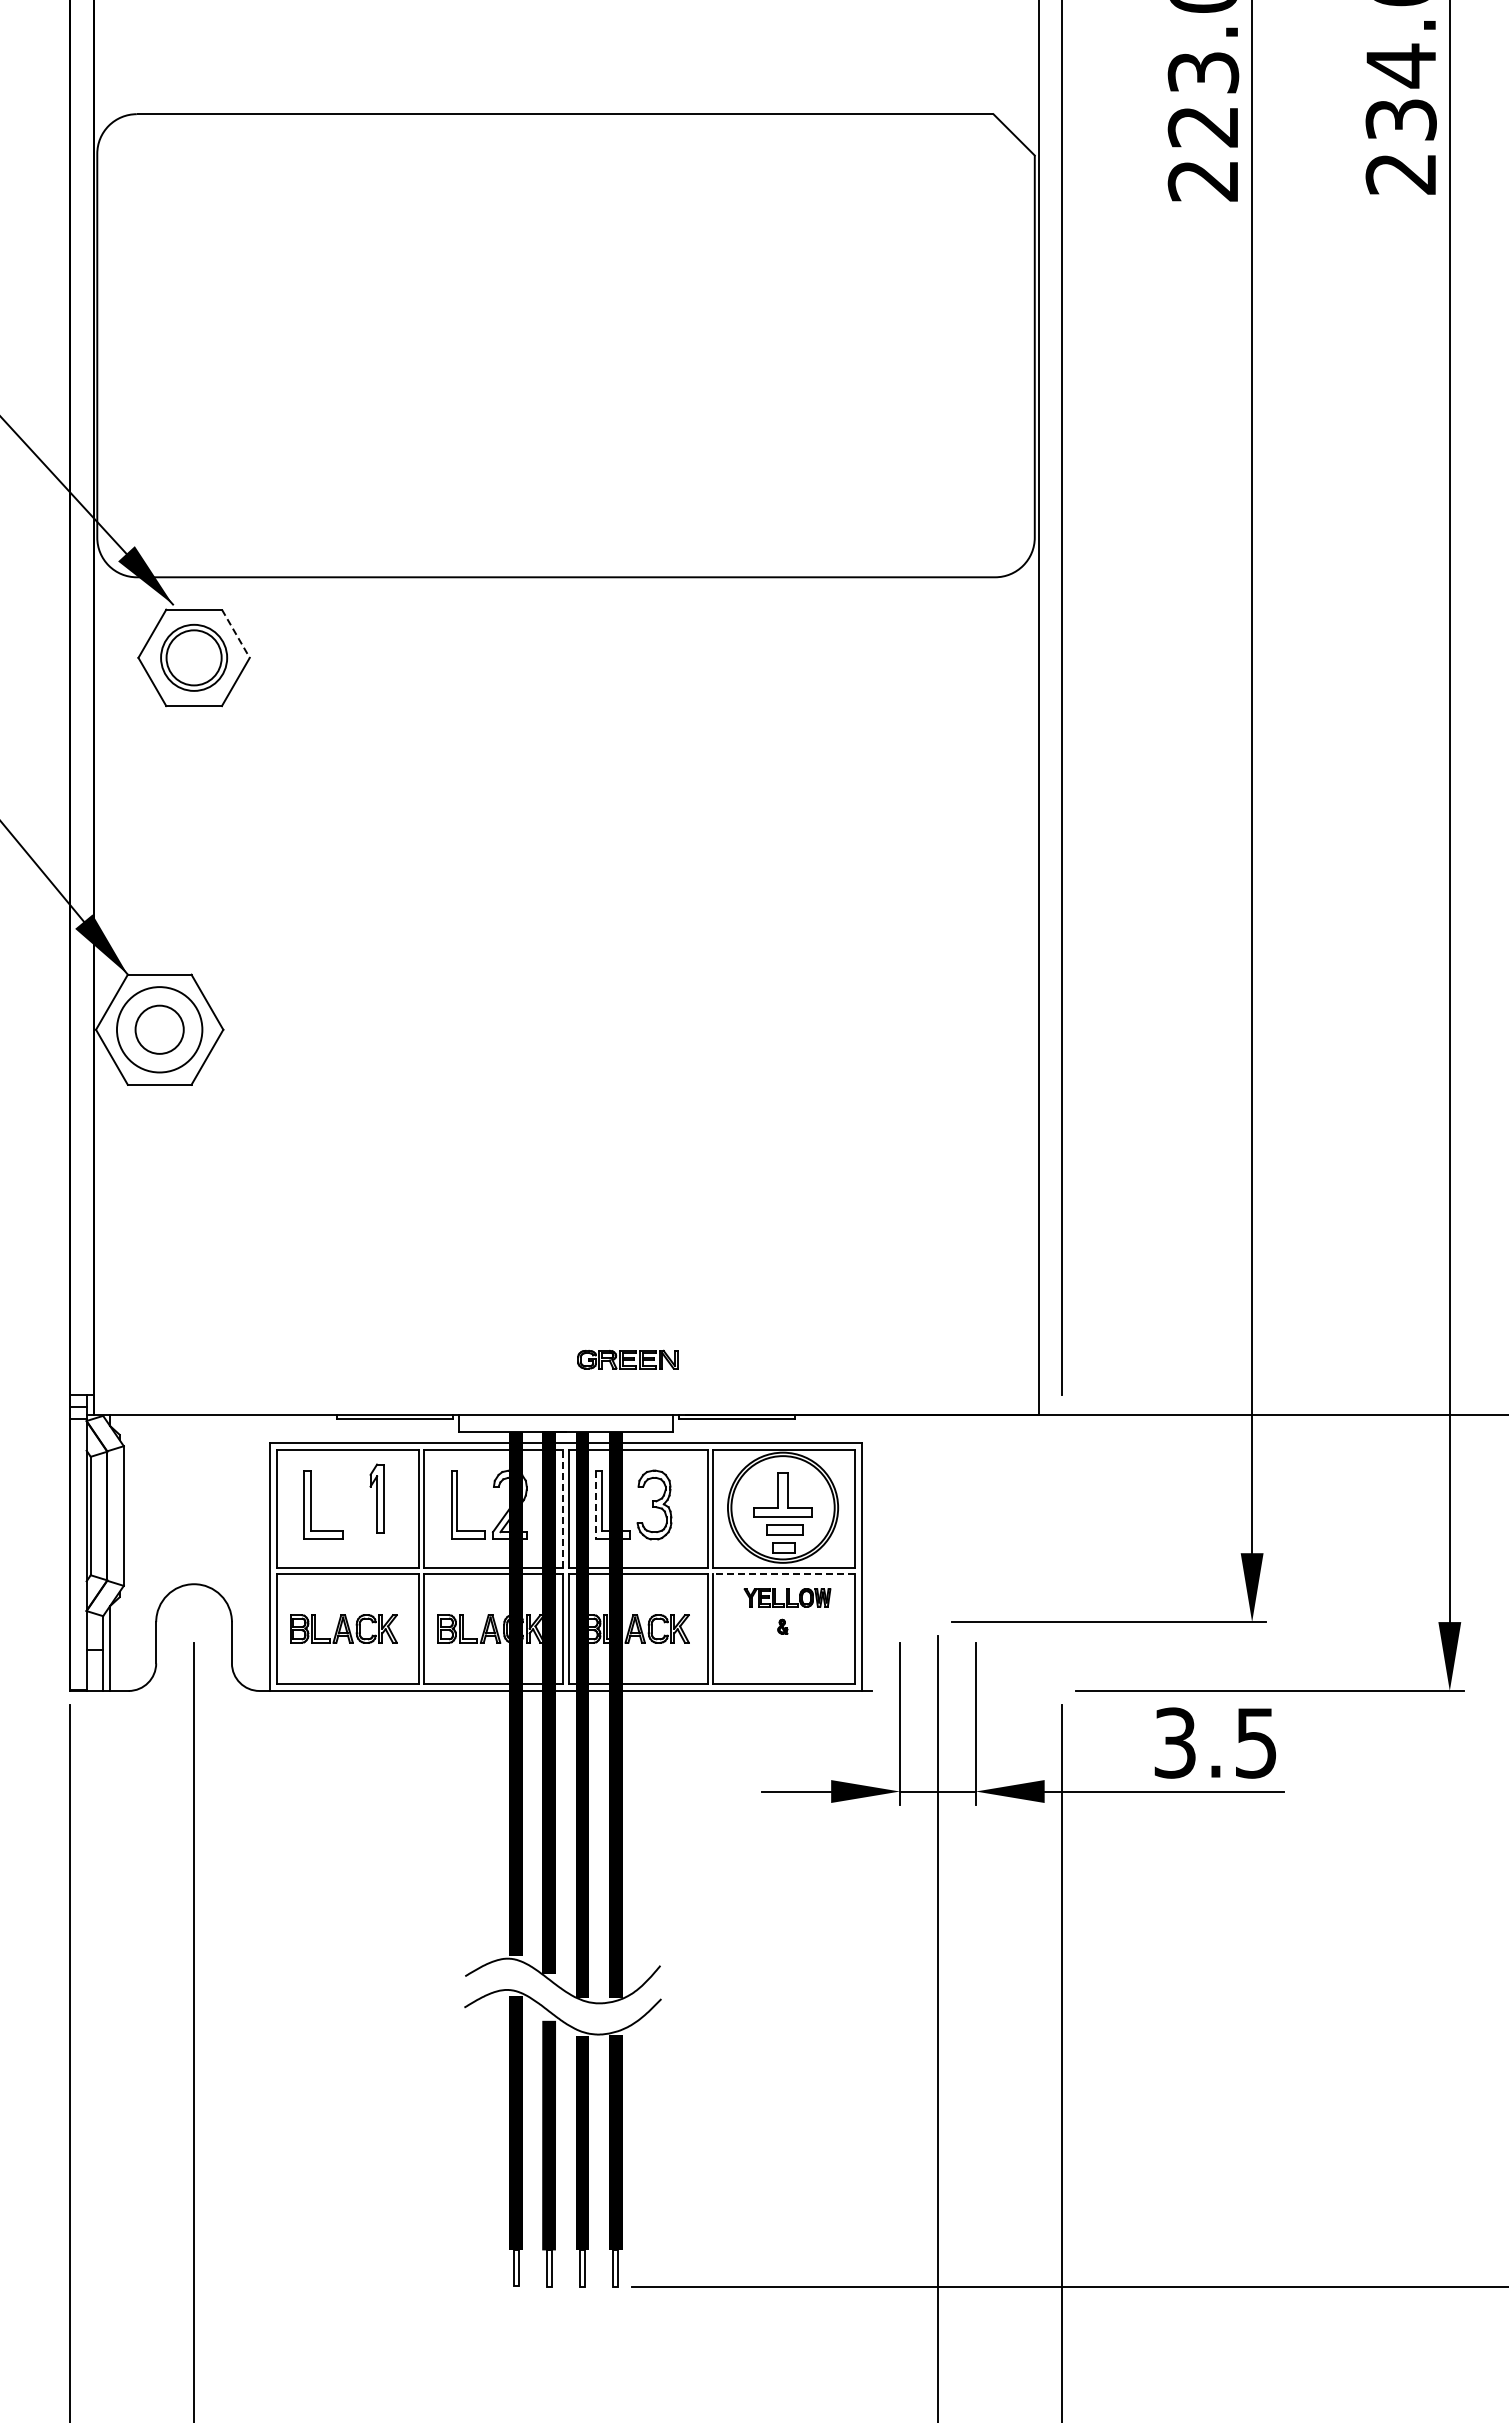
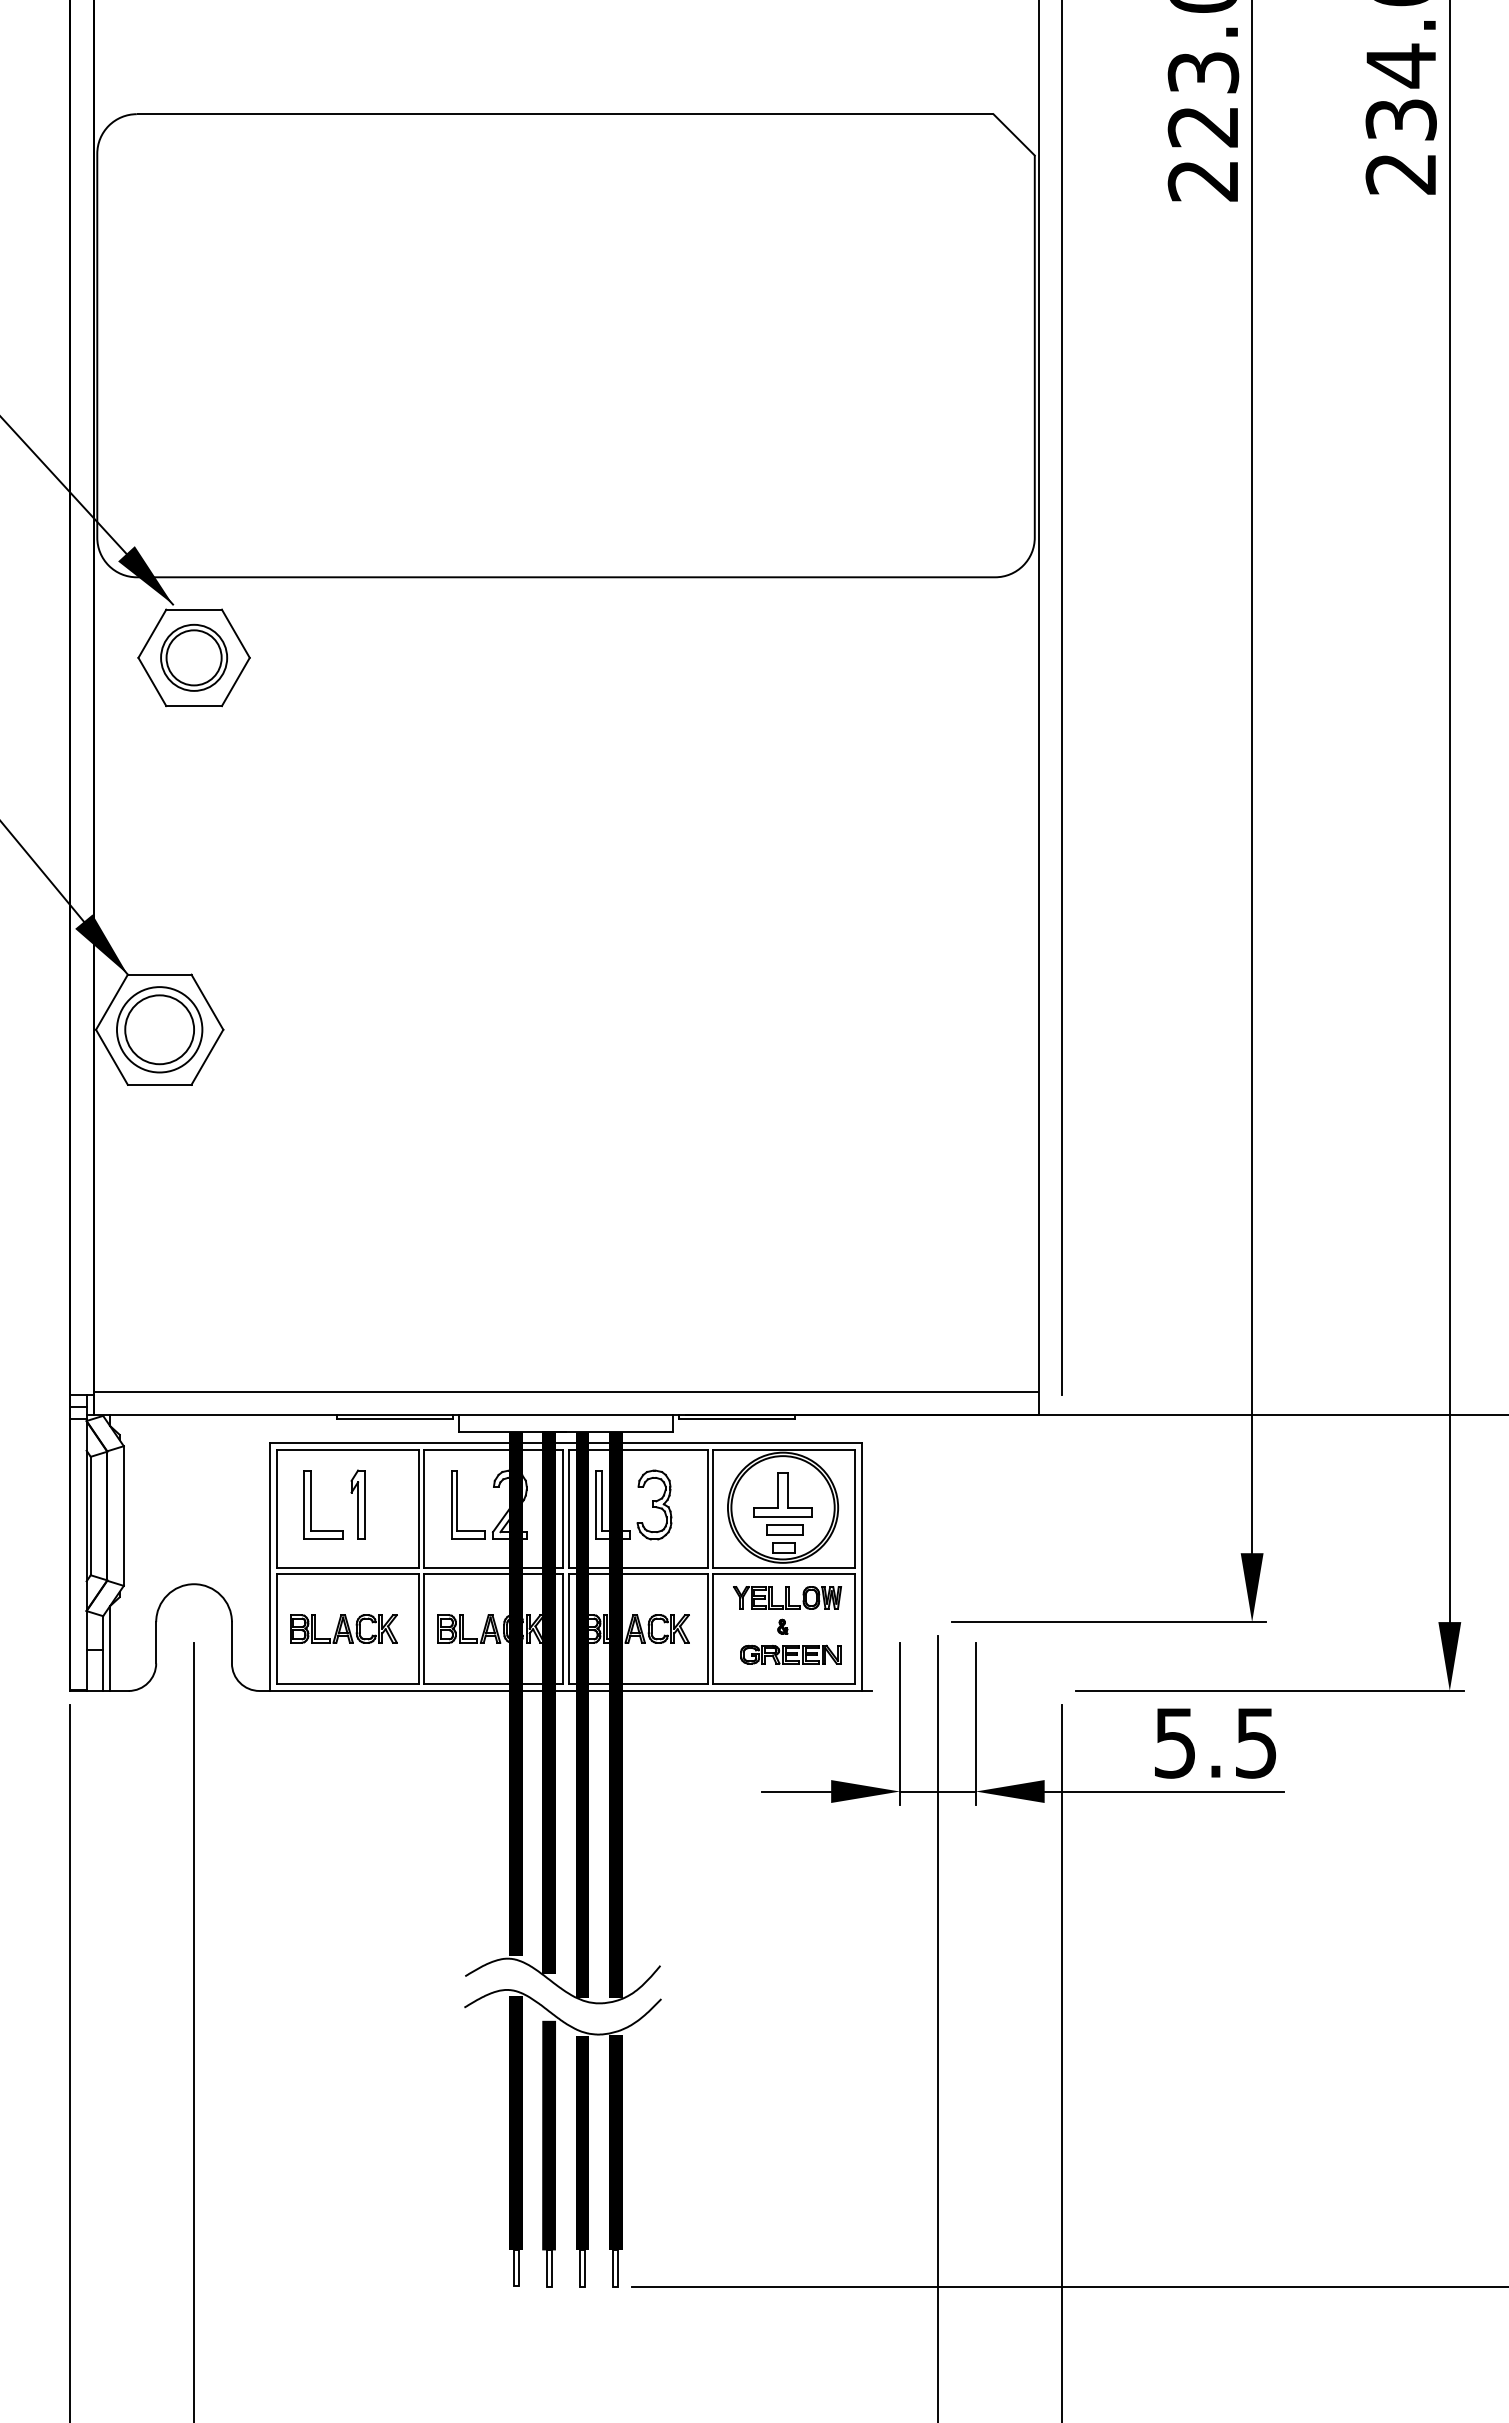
line at (235, 633): dashed -> solid
circle at (159, 1029) diameter: 48 px -> 69 px
part at (627, 1359) position: (627, 1359) -> (790, 1654)
line at (565, 1392): none -> present
part at (376, 1498) position: (376, 1498) -> (357, 1504)
line at (596, 1505): dashed -> solid
line at (563, 1508): dashed -> solid
line at (784, 1573): dashed -> solid
part at (787, 1597) size: 89x20 px -> 109x24 px
text at (1175, 1742): 3.5 -> 5.5
